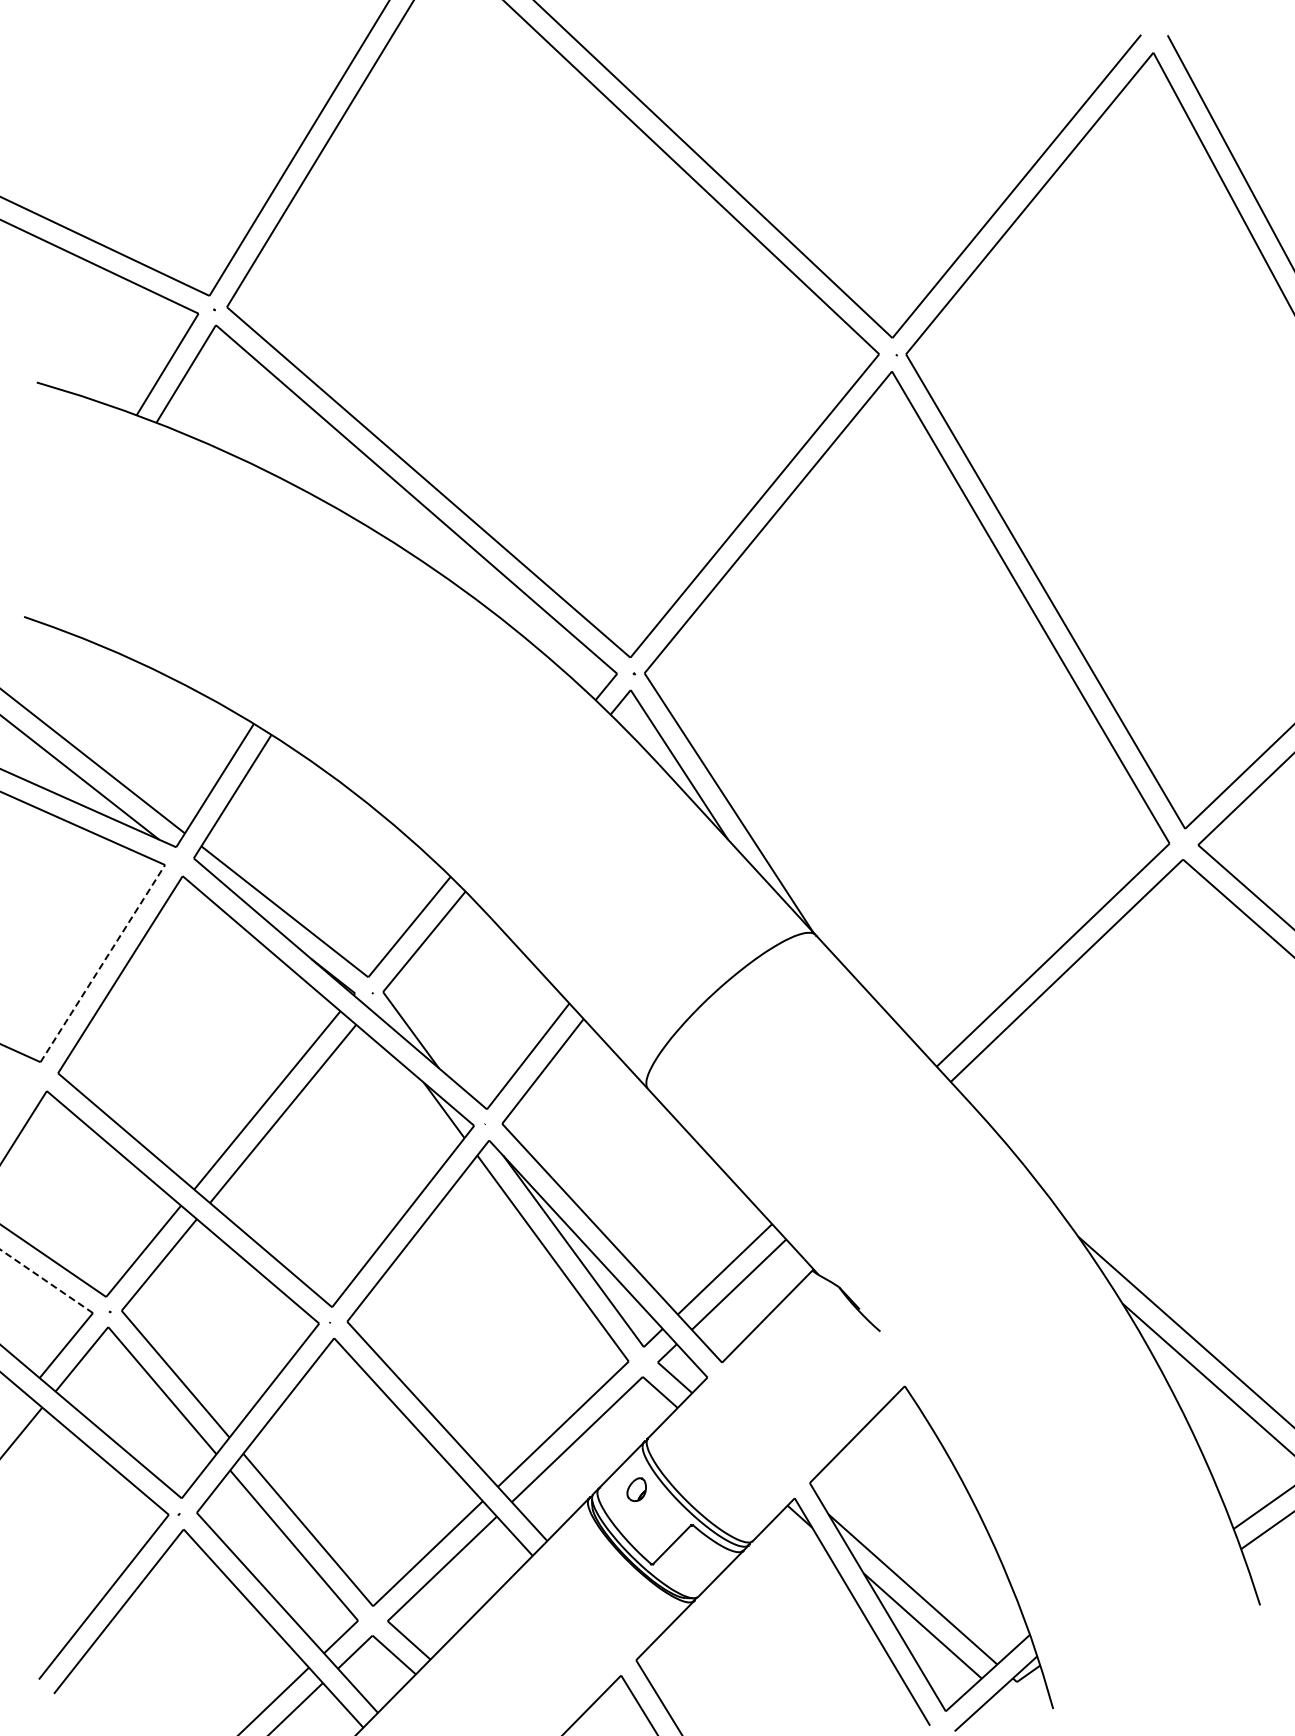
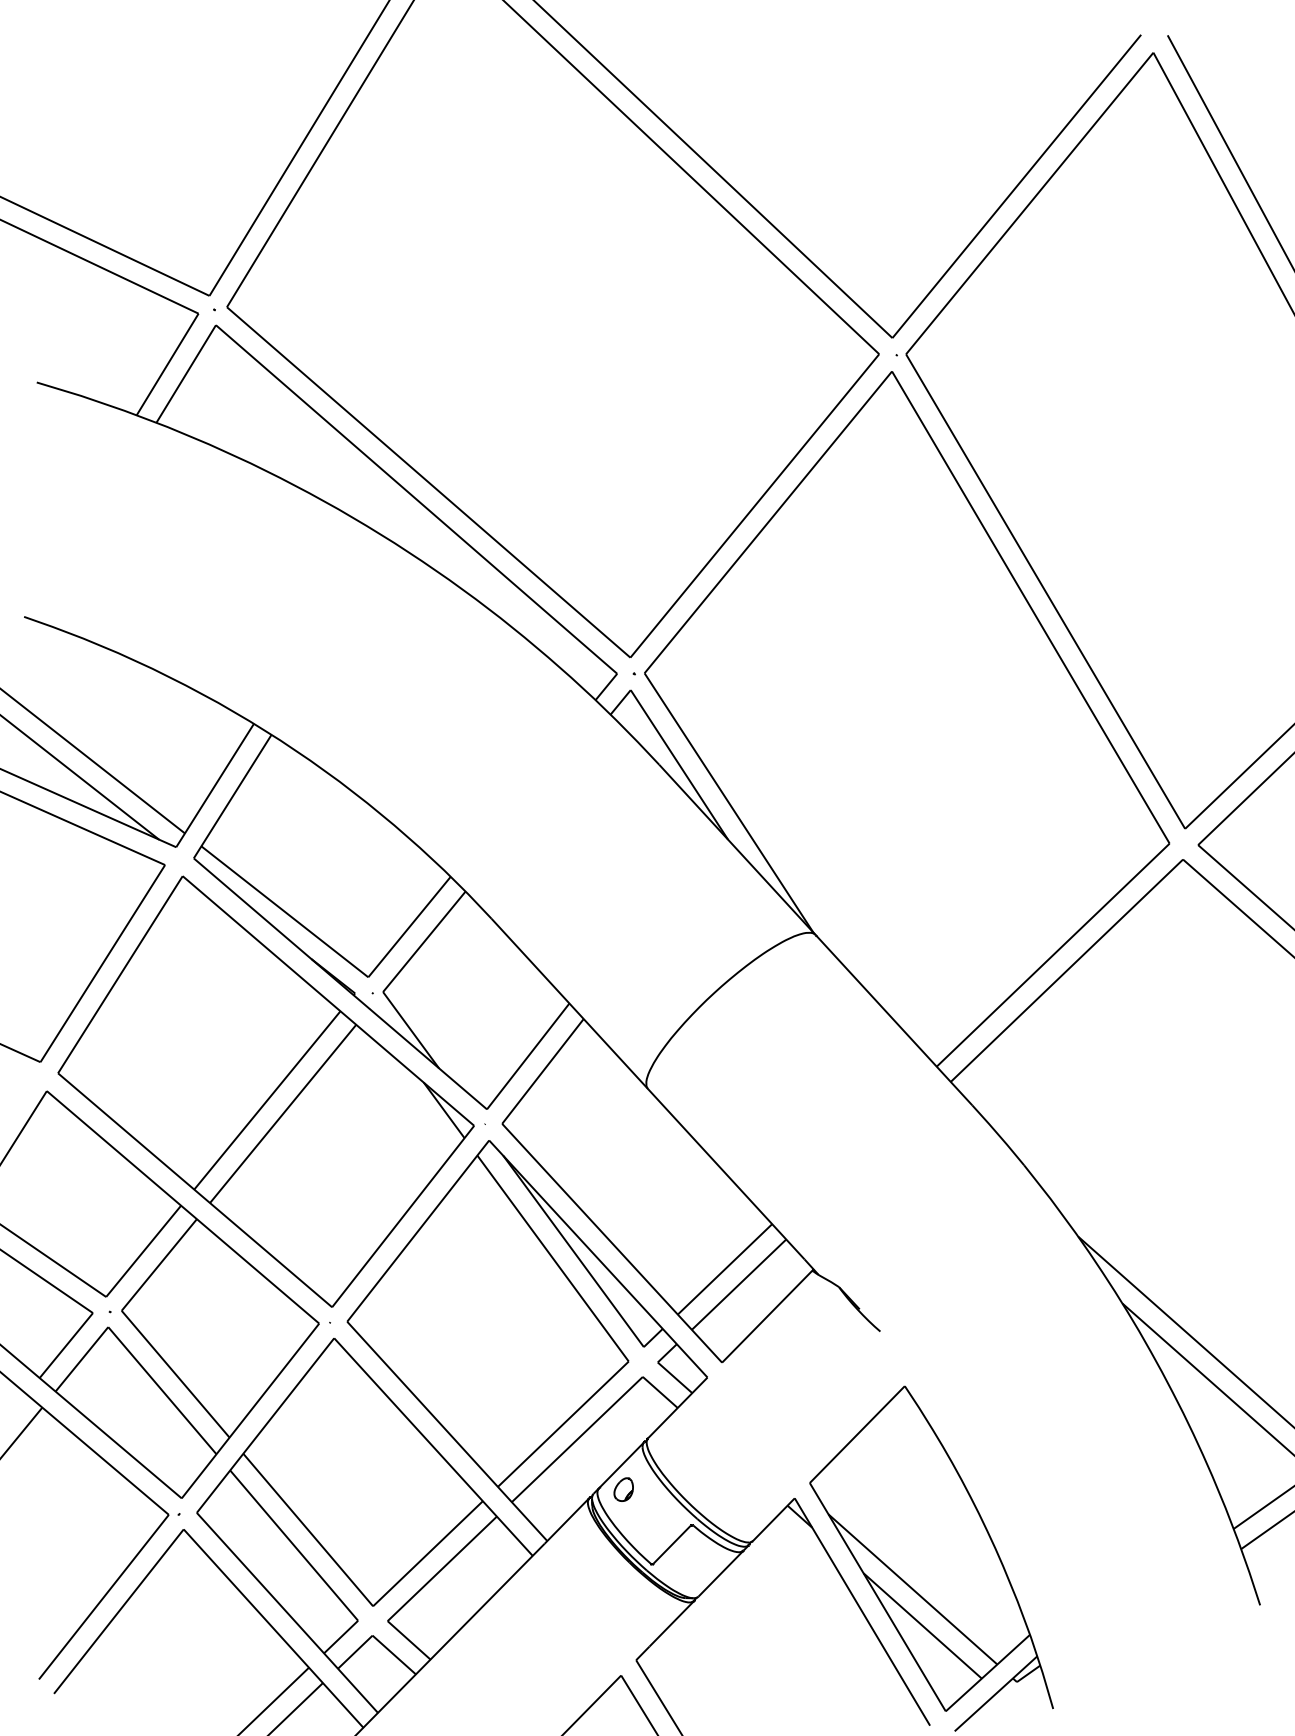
line at (102, 963): dashed -> solid
line at (46, 1280): dashed -> solid
part at (636, 1489) position: (636, 1489) -> (623, 1489)
